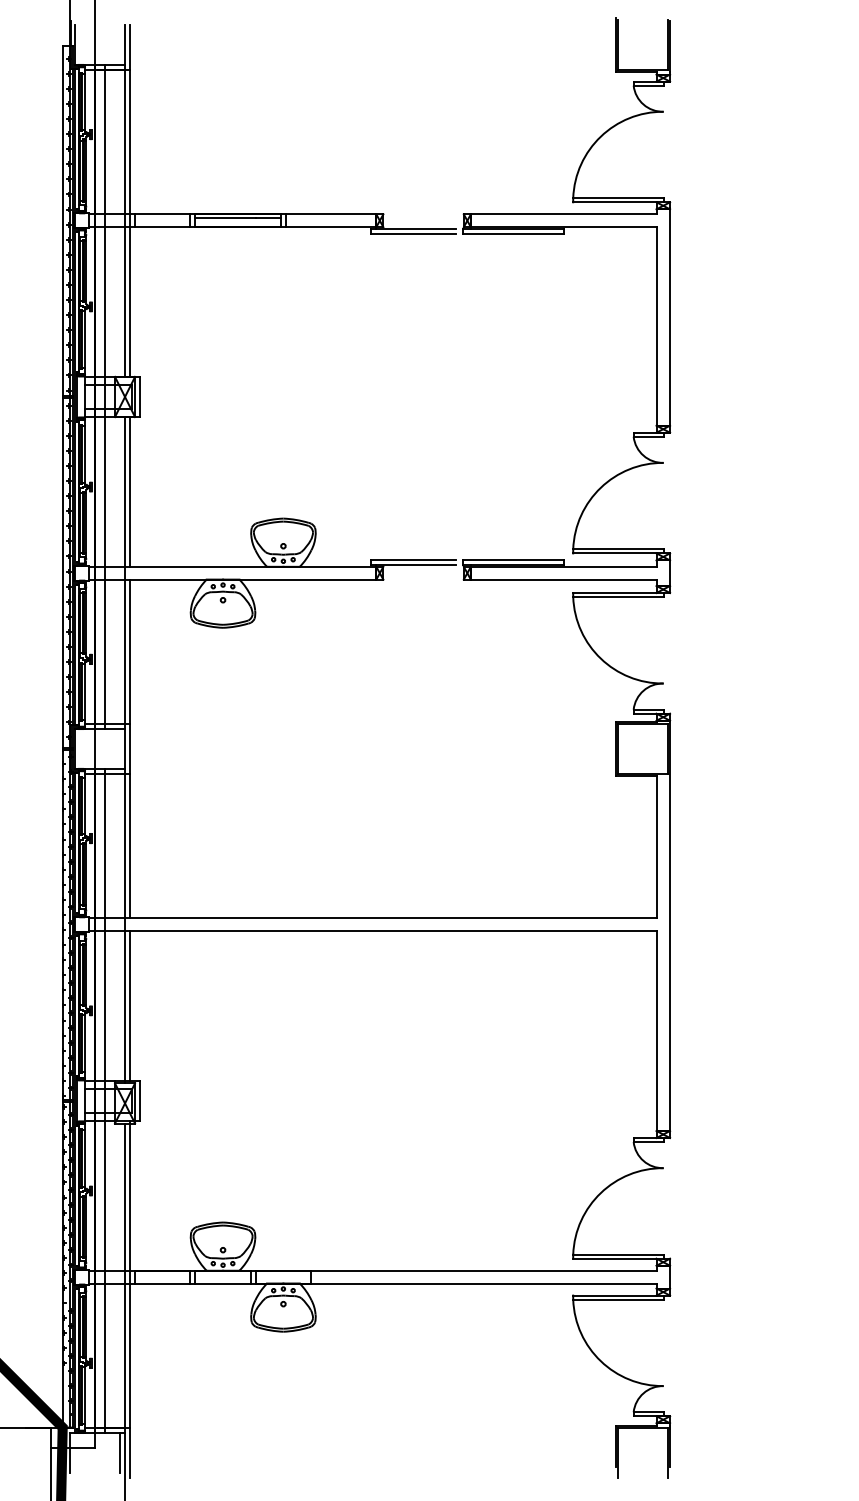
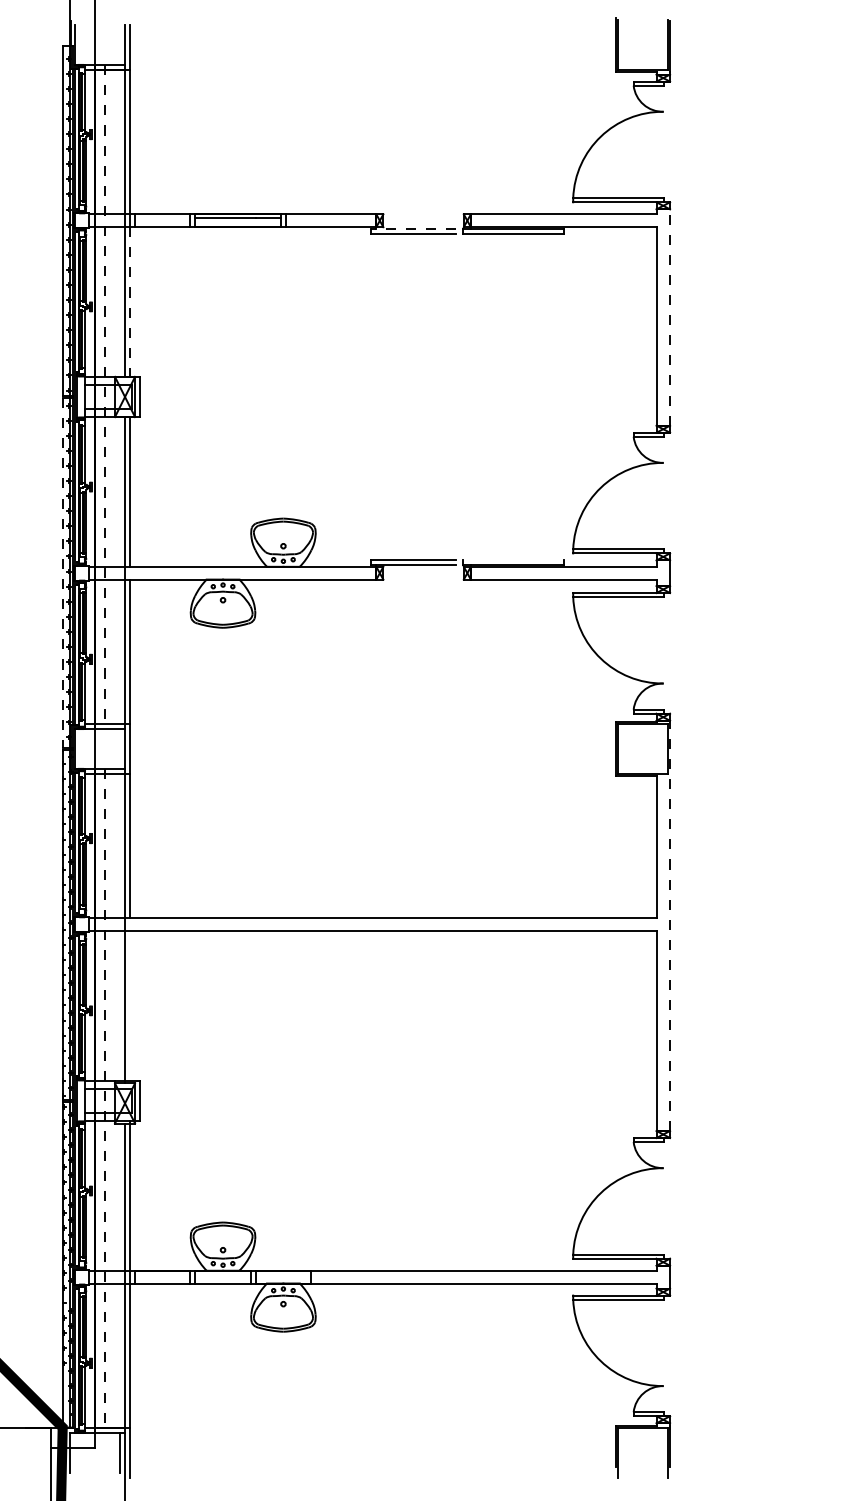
line at (413, 228): solid -> dashed
line at (130, 301): solid -> dashed
line at (670, 316): solid -> dashed
line at (104, 396): solid -> dashed
line at (512, 559): present -> none
line at (62, 572): solid -> dashed
line at (670, 925): solid -> dashed
line at (130, 1005): present -> none
line at (104, 1100): solid -> dashed
